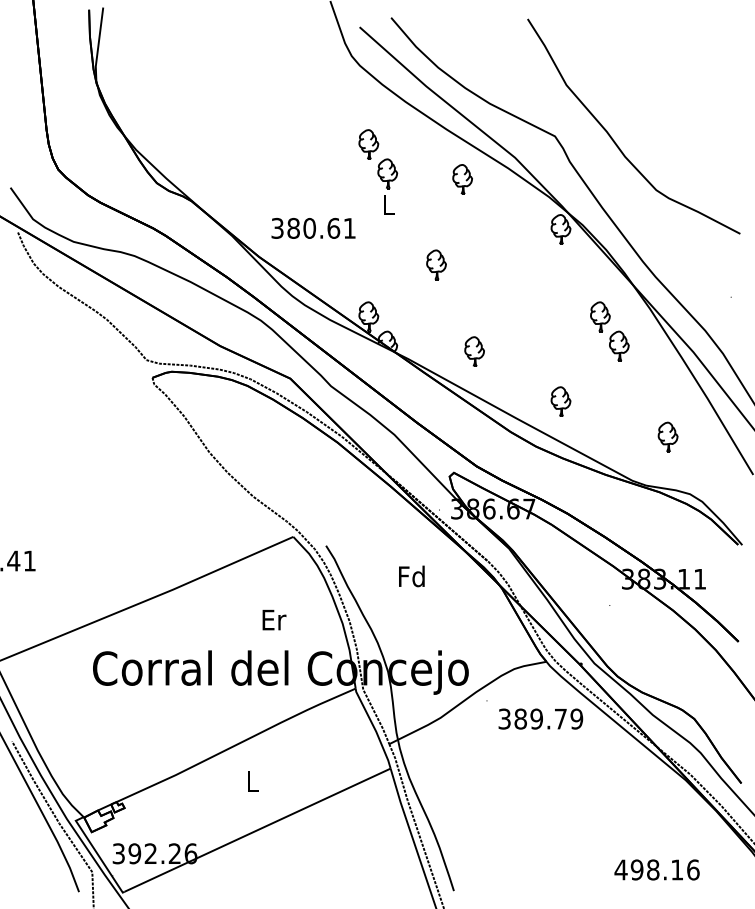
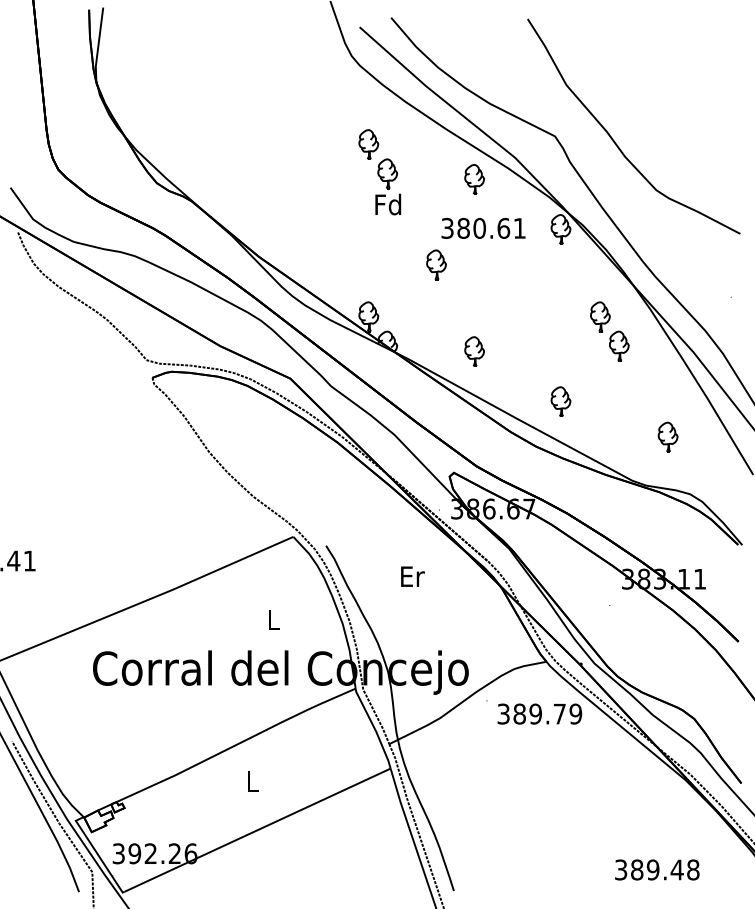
part at (462, 179) position: (462, 179) -> (474, 179)
text at (388, 204): L -> Fd
text at (313, 228) position: (313, 228) -> (483, 228)
text at (411, 576): Fd -> Er
text at (274, 619): Er -> L
text at (540, 718) position: (540, 718) -> (539, 713)
text at (656, 869): 498.16 -> 389.48
